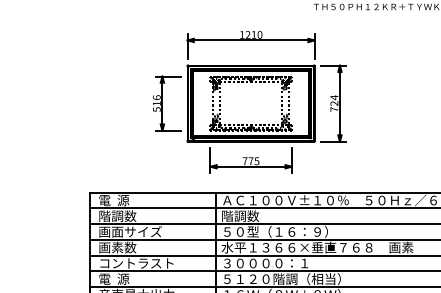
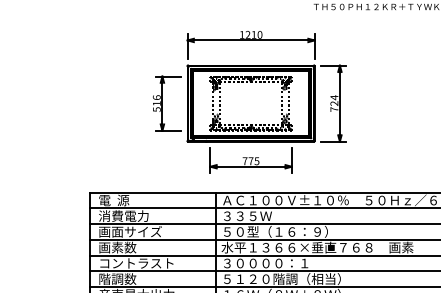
text at (123, 215): 階調数 -> 消費電力
text at (246, 215): 階調数 -> ３３５Ｗ
text at (117, 278): 電  源 -> 階調数
